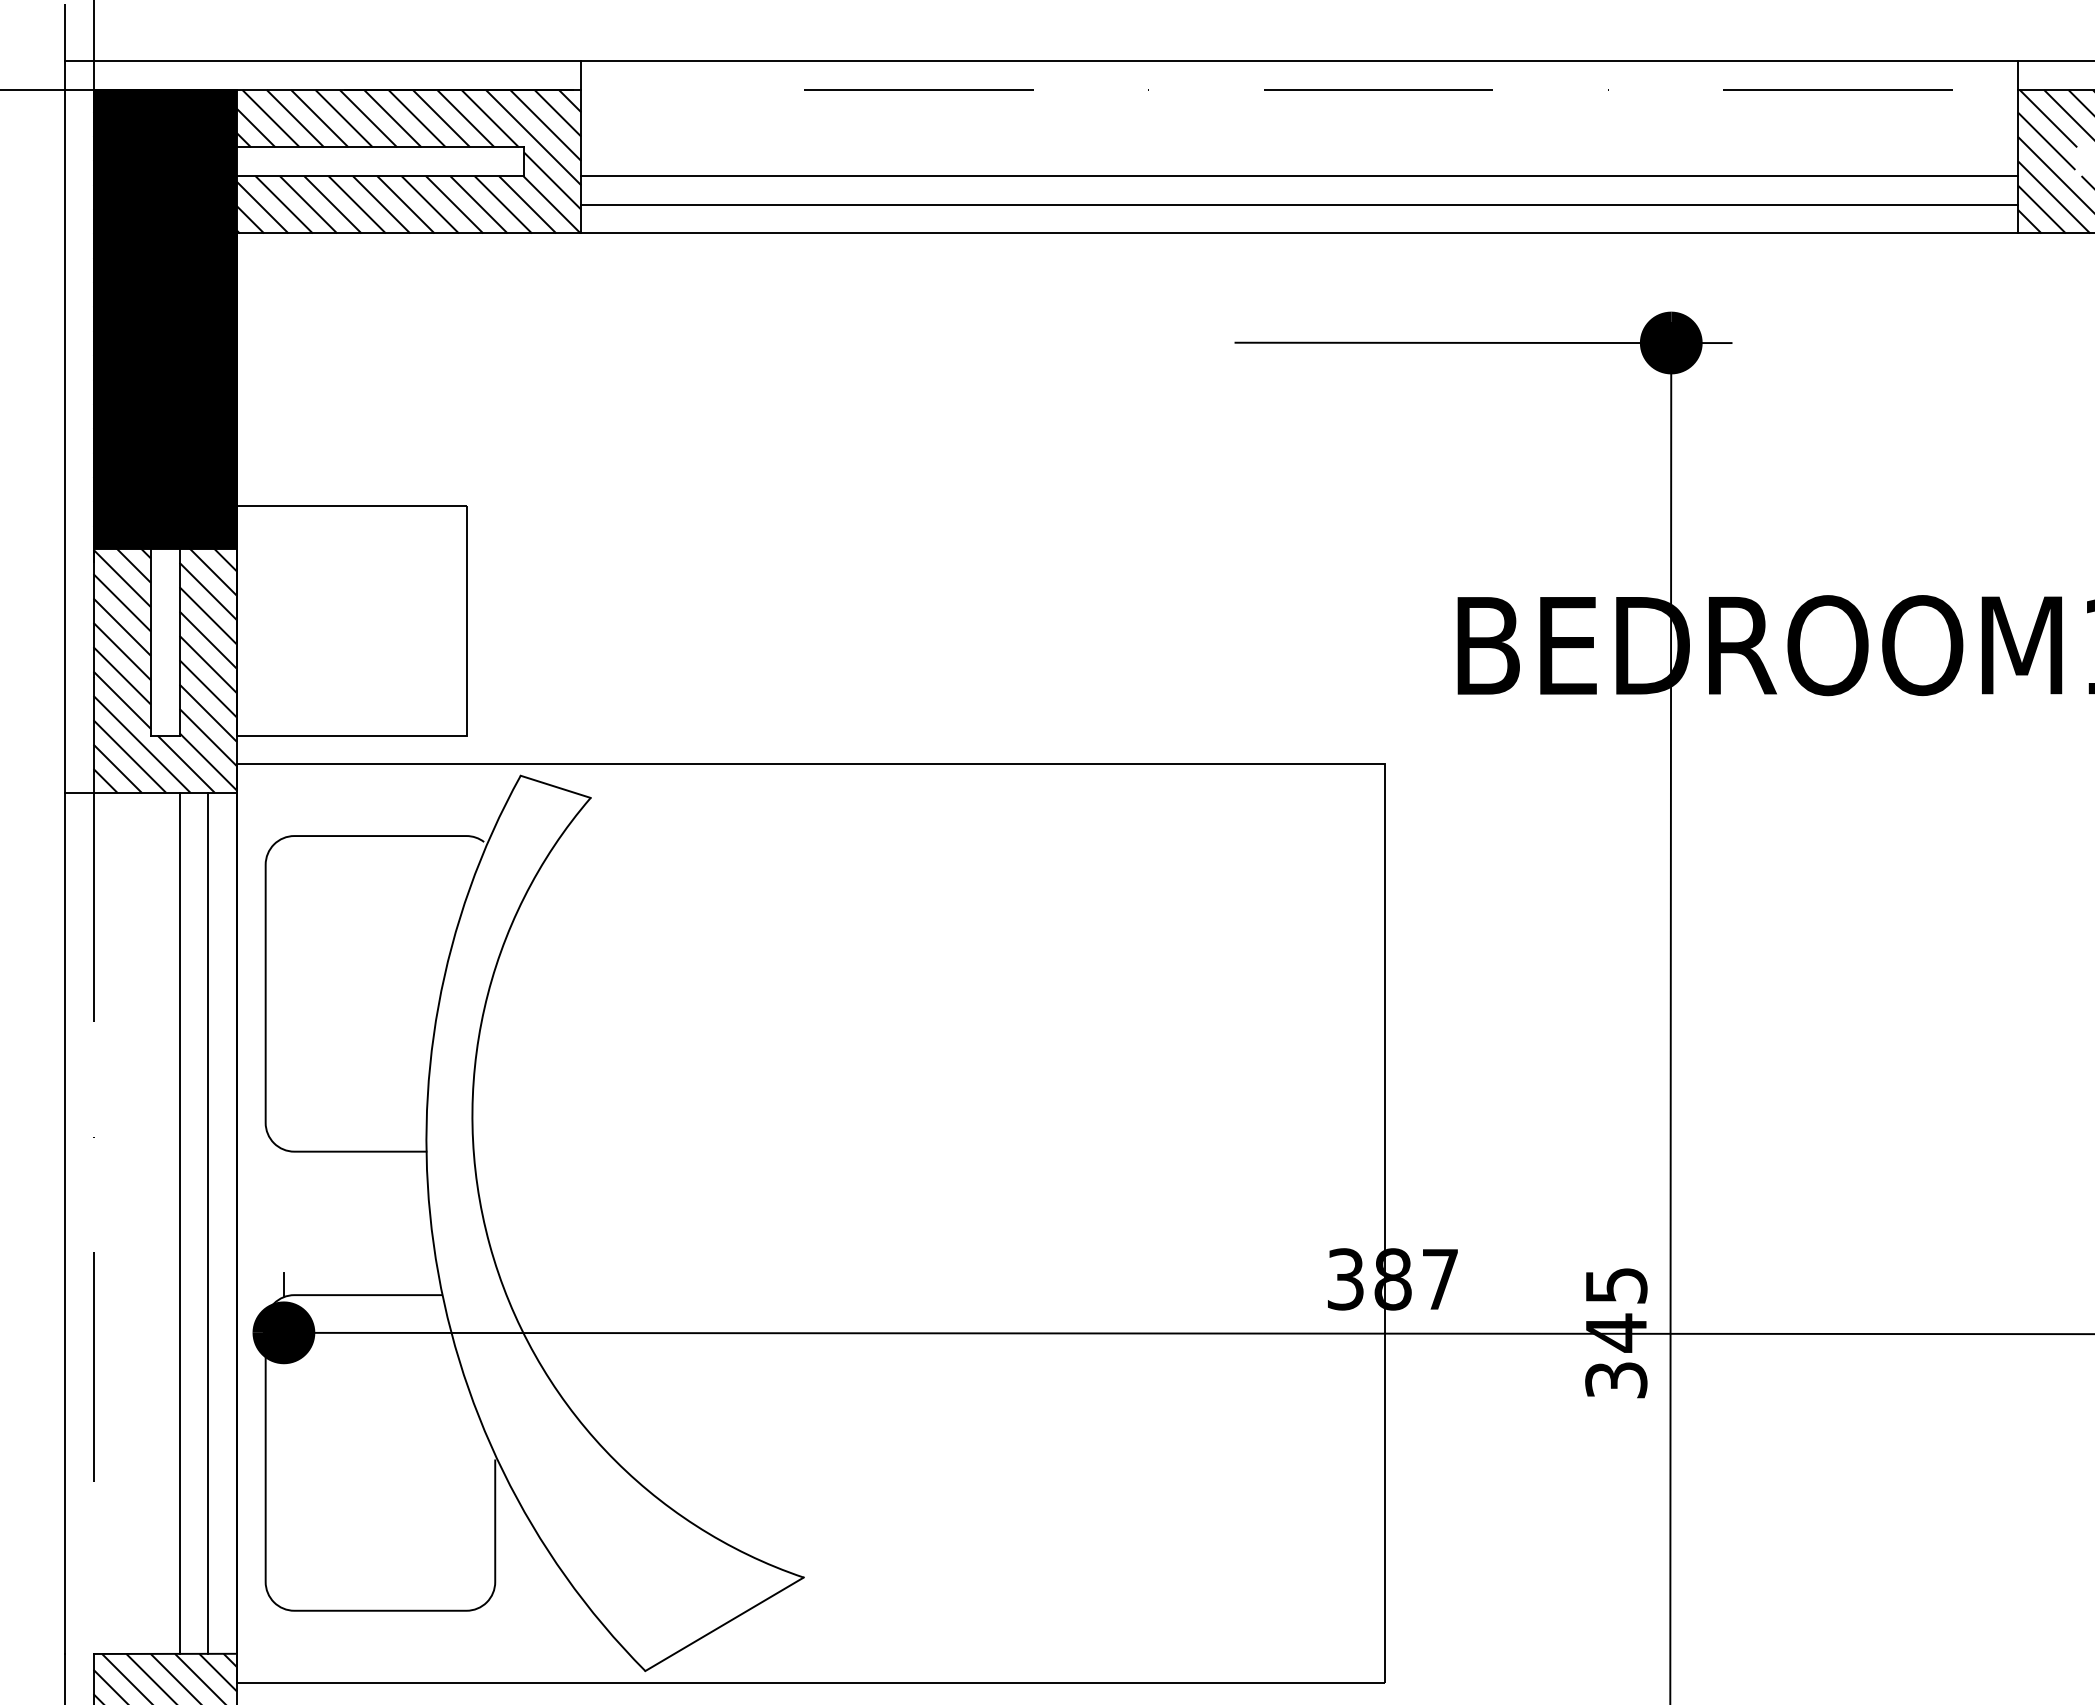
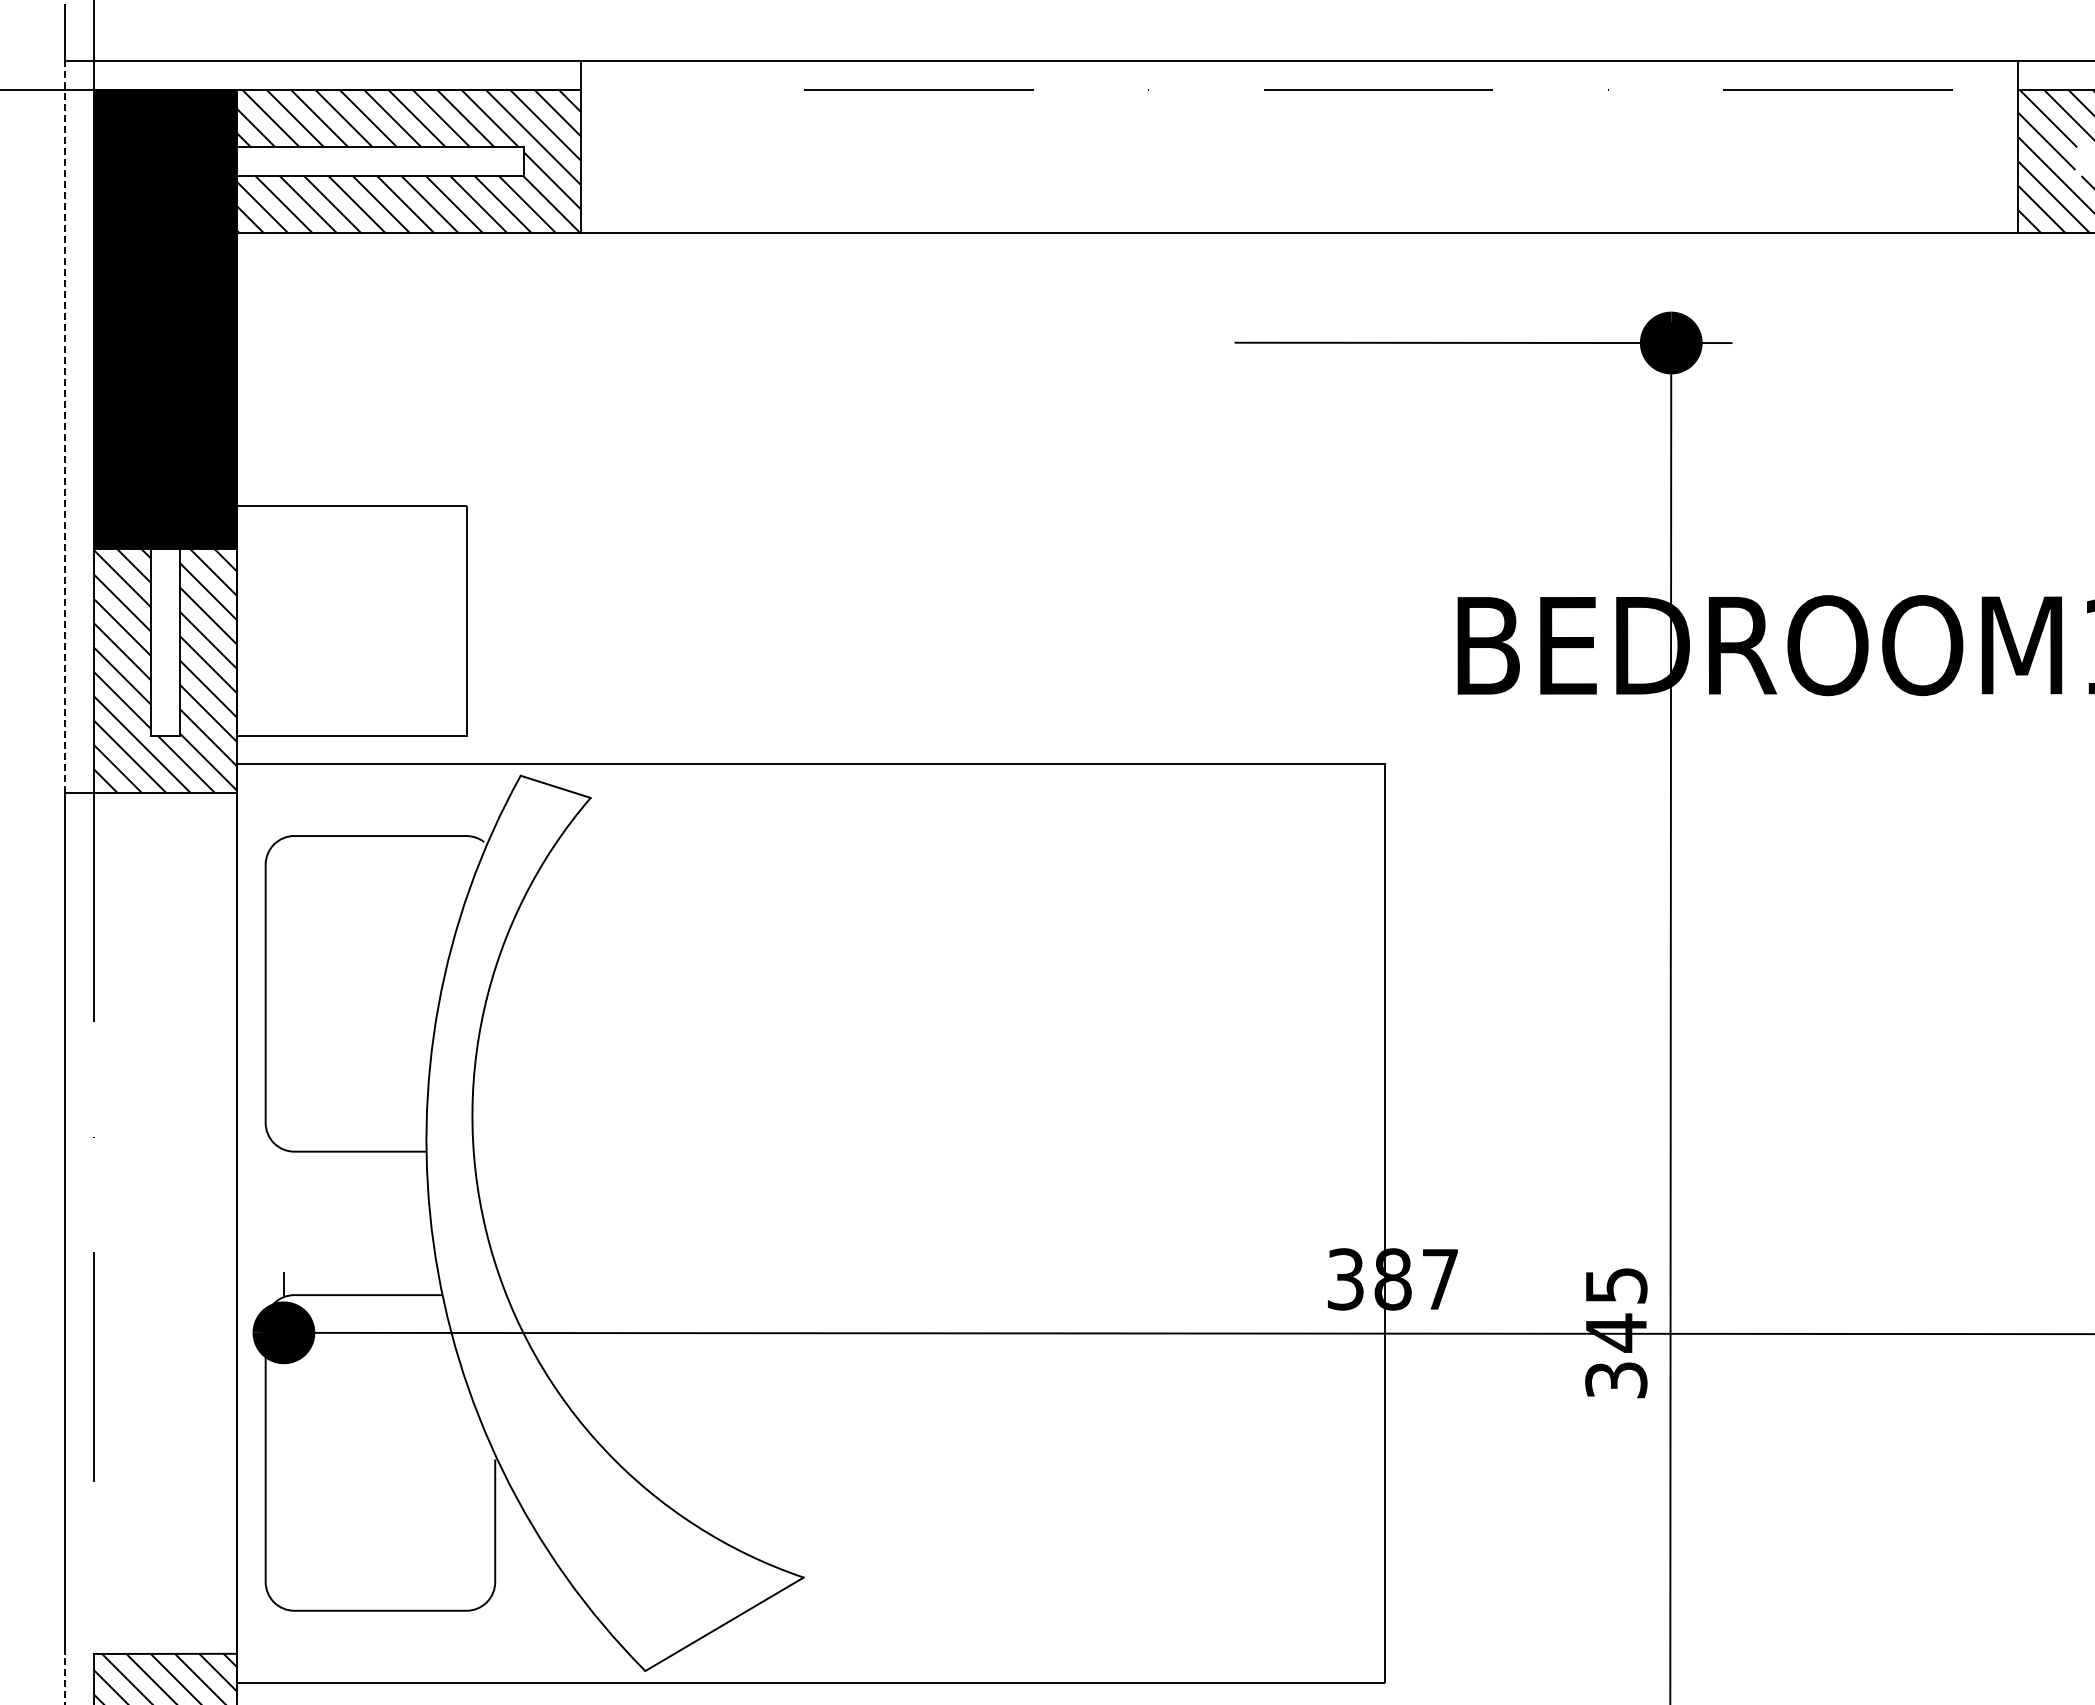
line at (1299, 176): present -> none
line at (1299, 204): present -> none
line at (64, 427): solid -> dashed
line at (179, 1223): present -> none
line at (208, 1223): present -> none
line at (64, 1678): solid -> dashed
